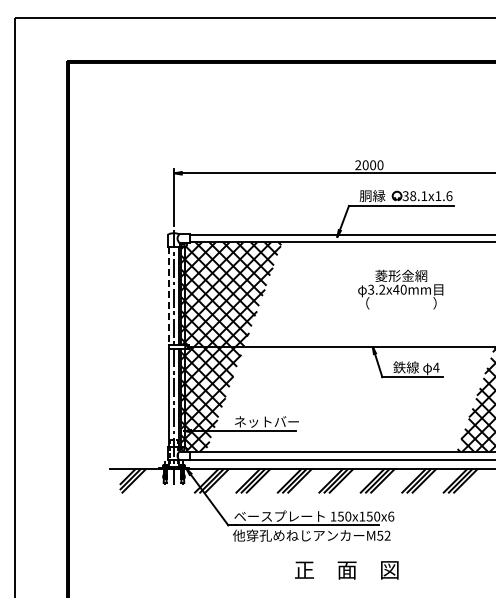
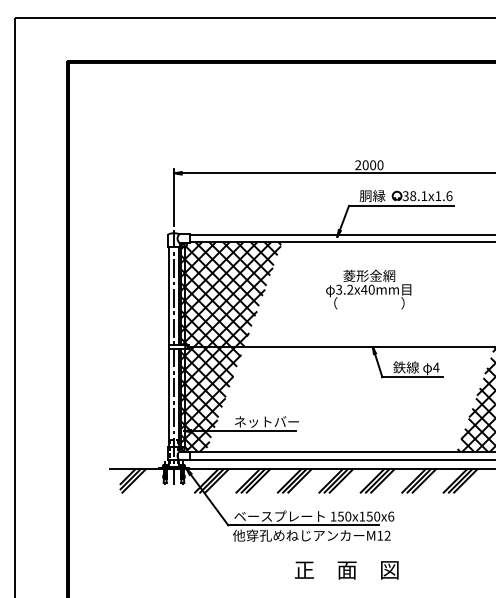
text at (400, 289) position: (400, 289) -> (368, 289)
line at (169, 296): dashed -> solid
text at (380, 535): M52 -> M12
